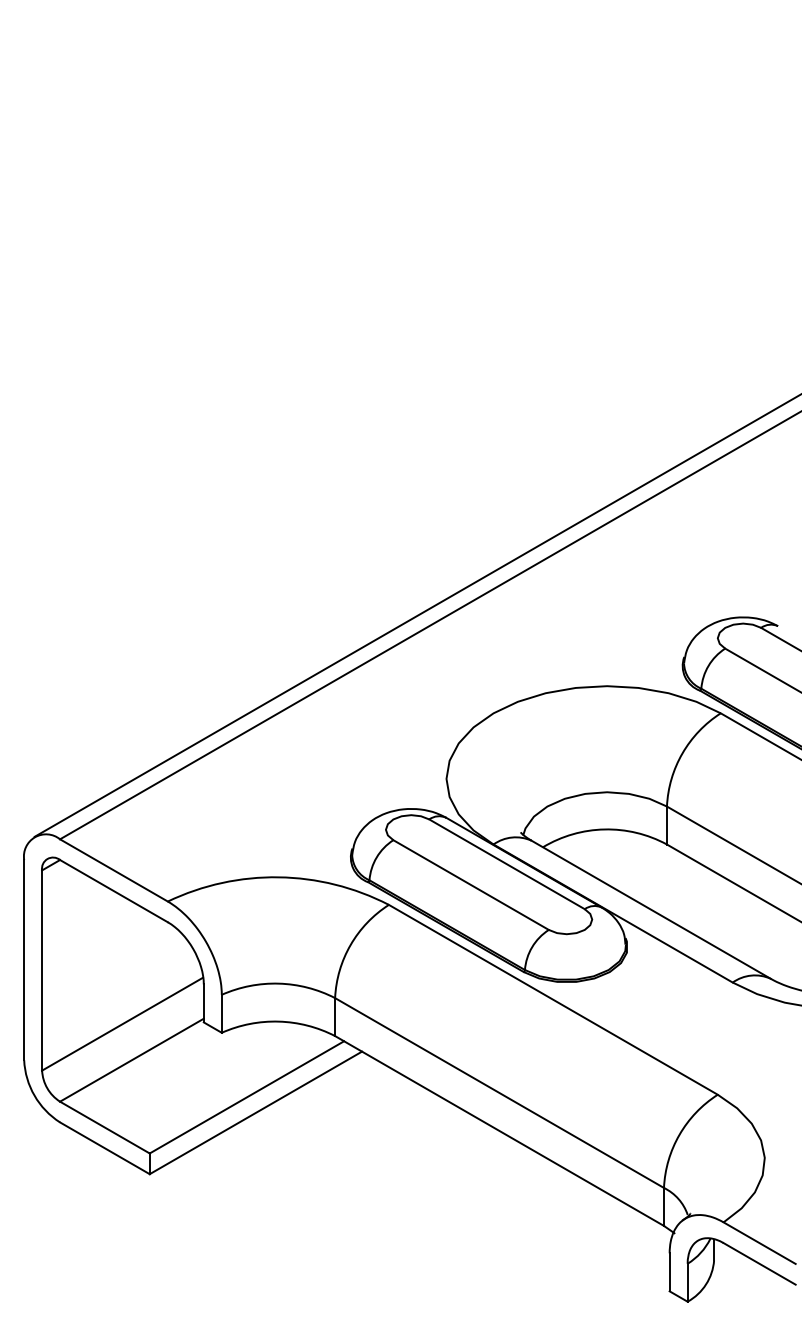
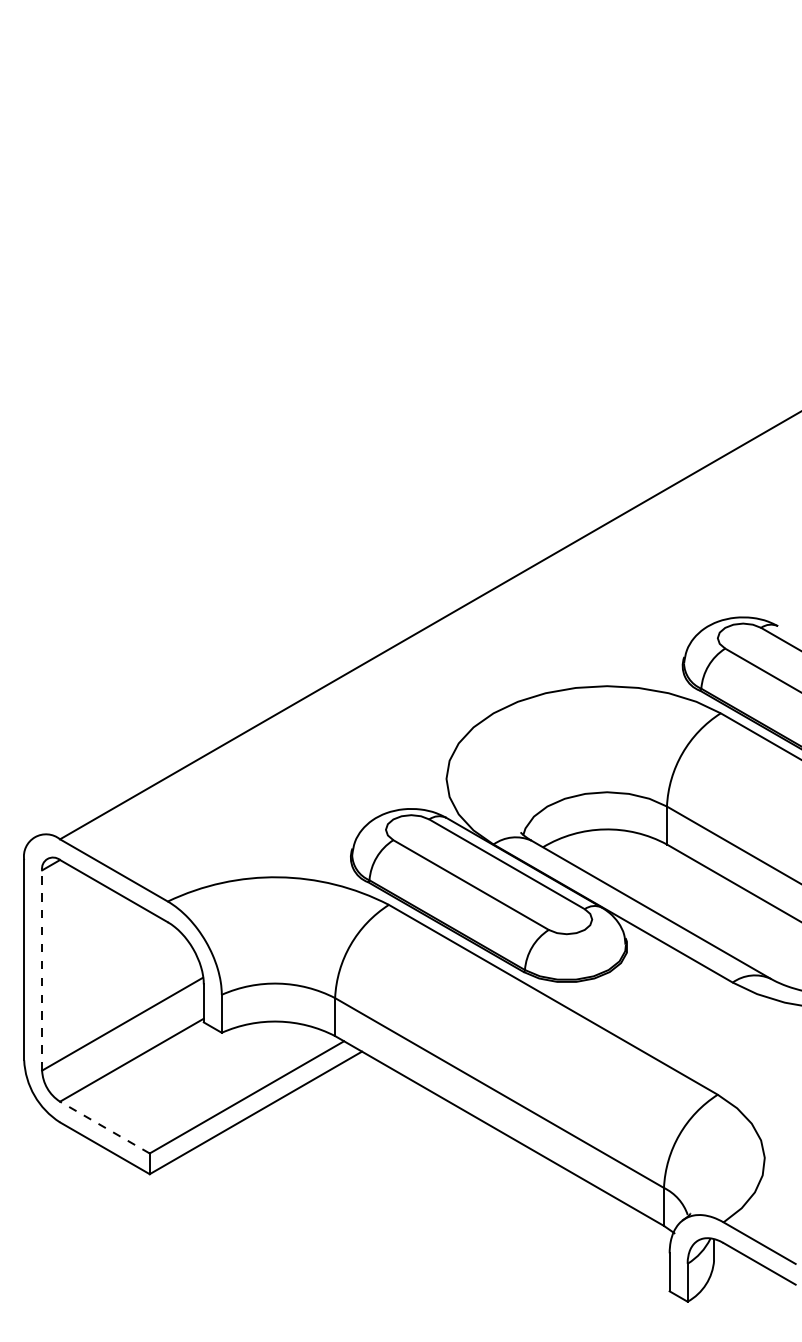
line at (416, 615): present -> none
line at (42, 970): solid -> dashed
line at (104, 1127): solid -> dashed
